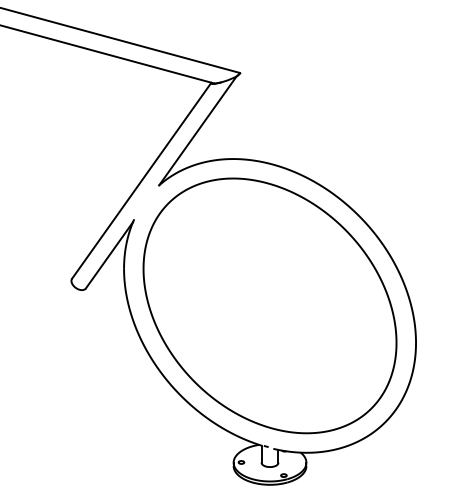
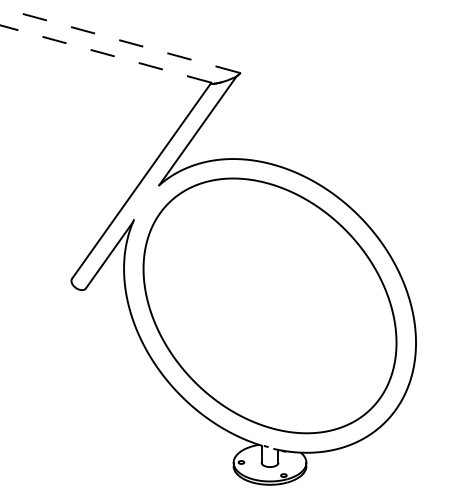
line at (120, 40): solid -> dashed
line at (106, 54): solid -> dashed
